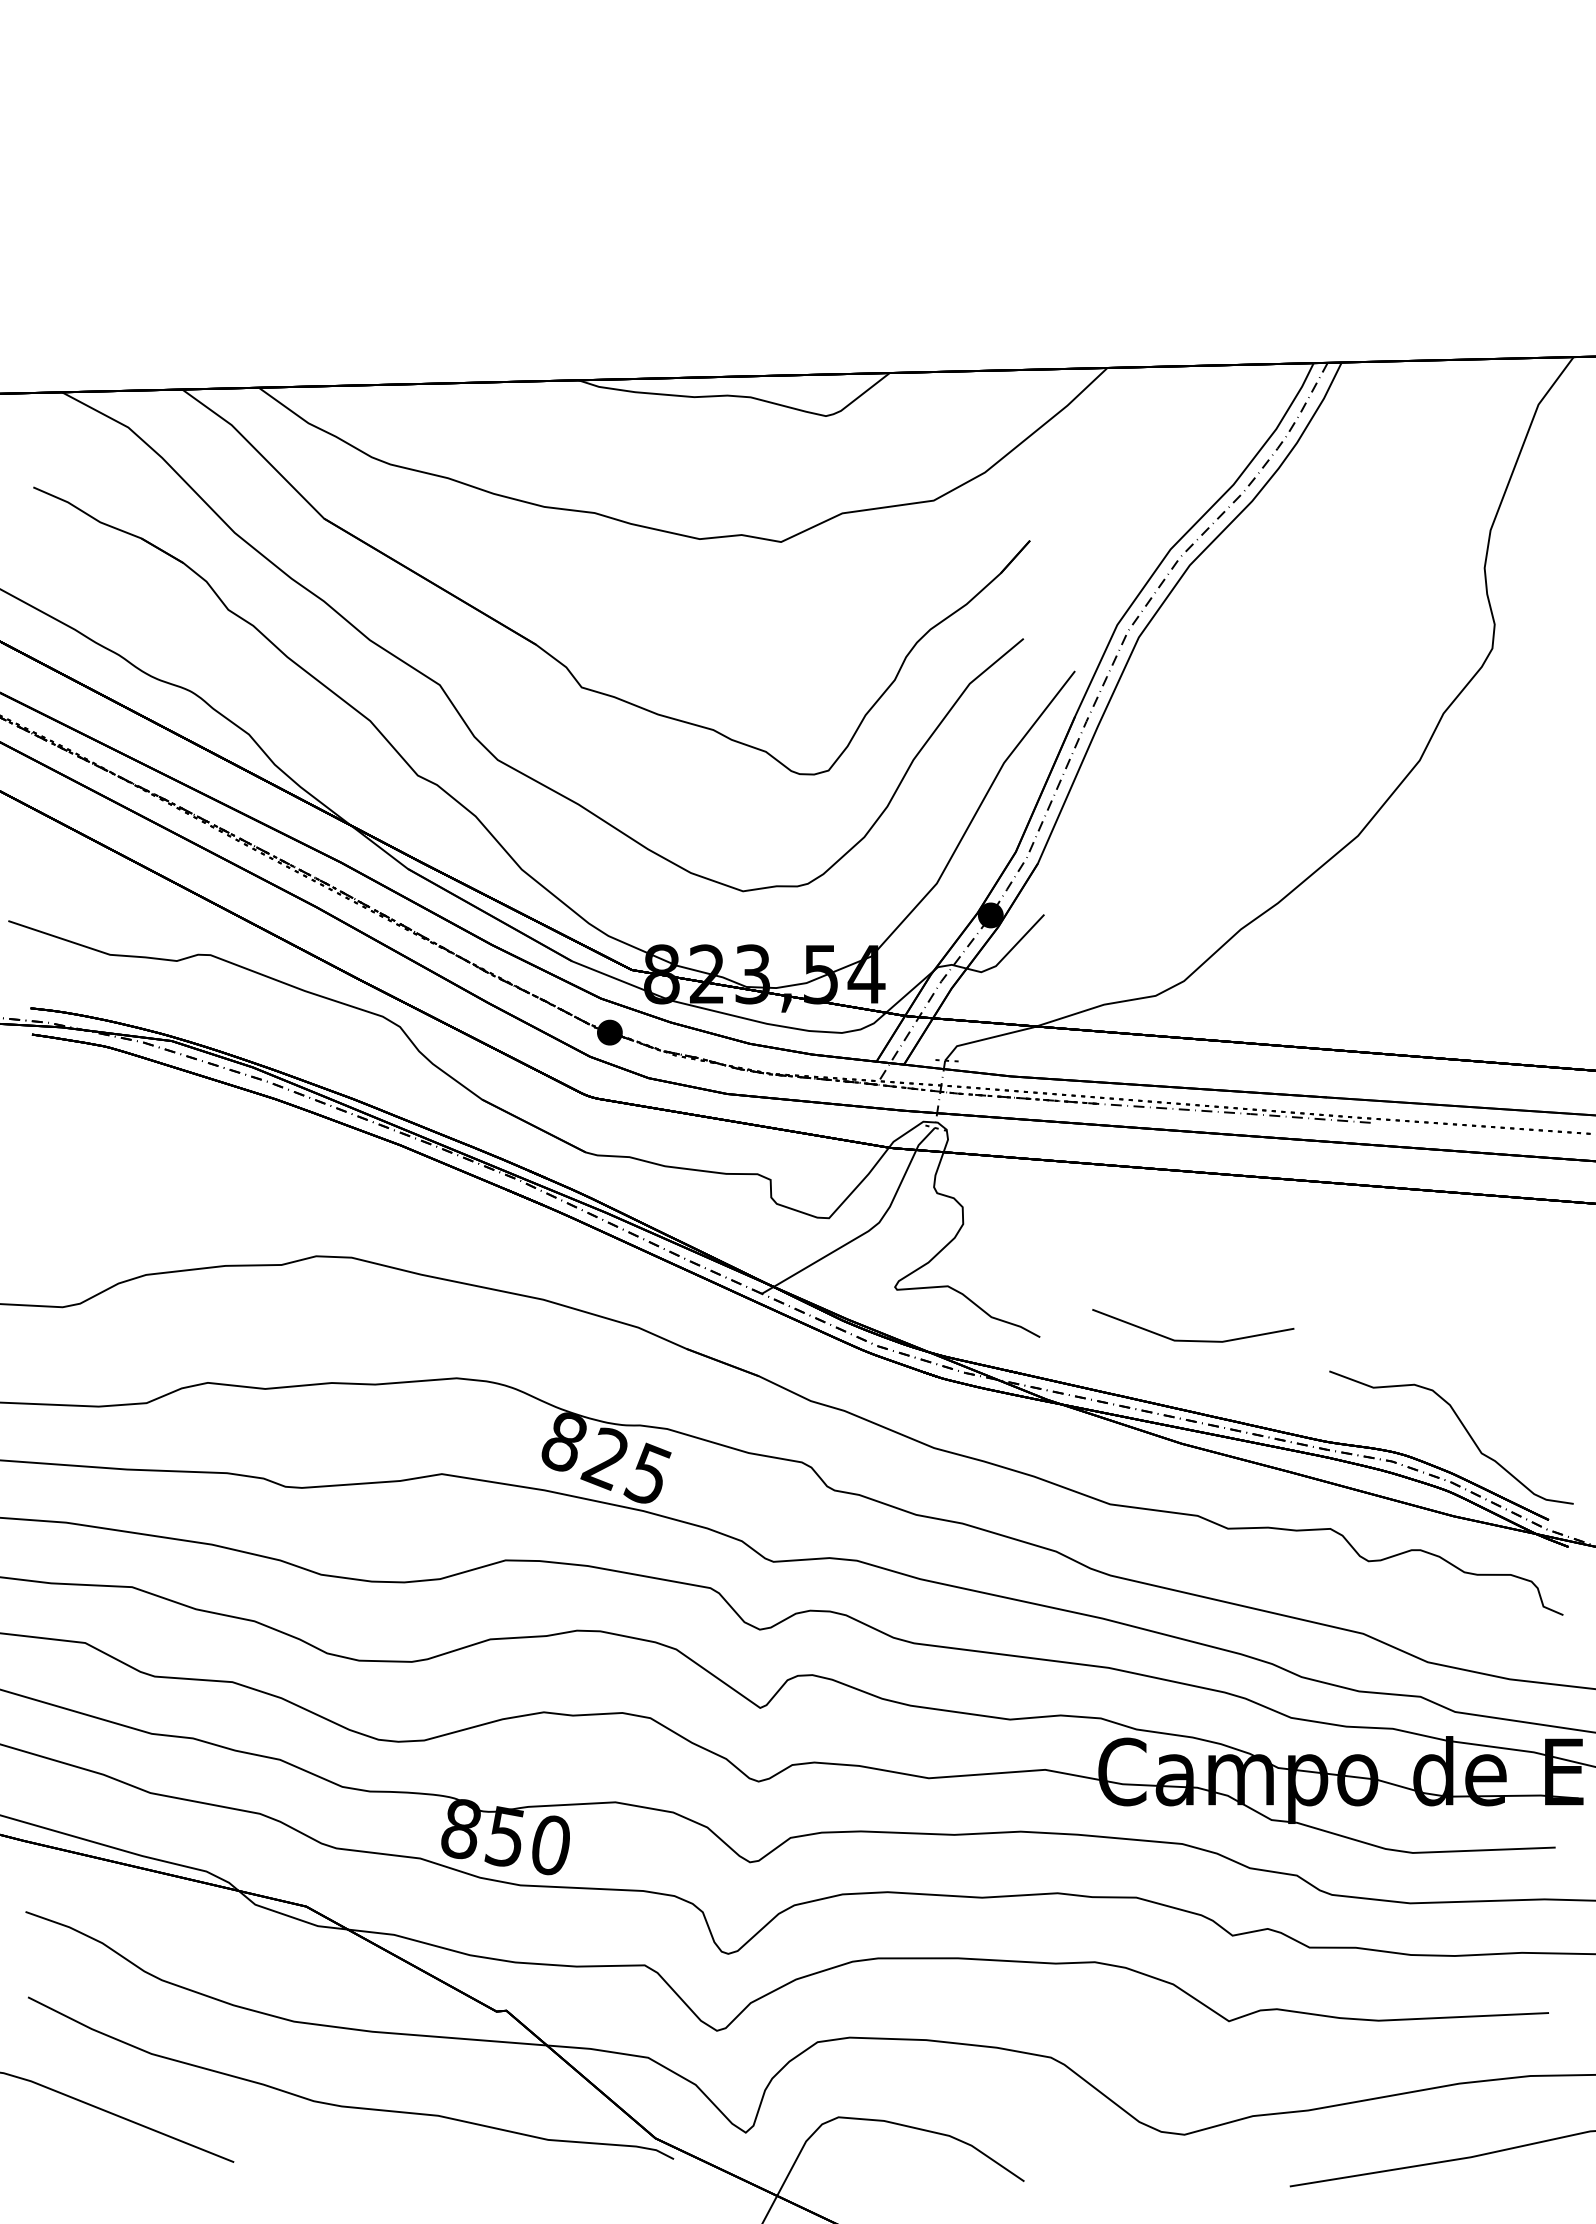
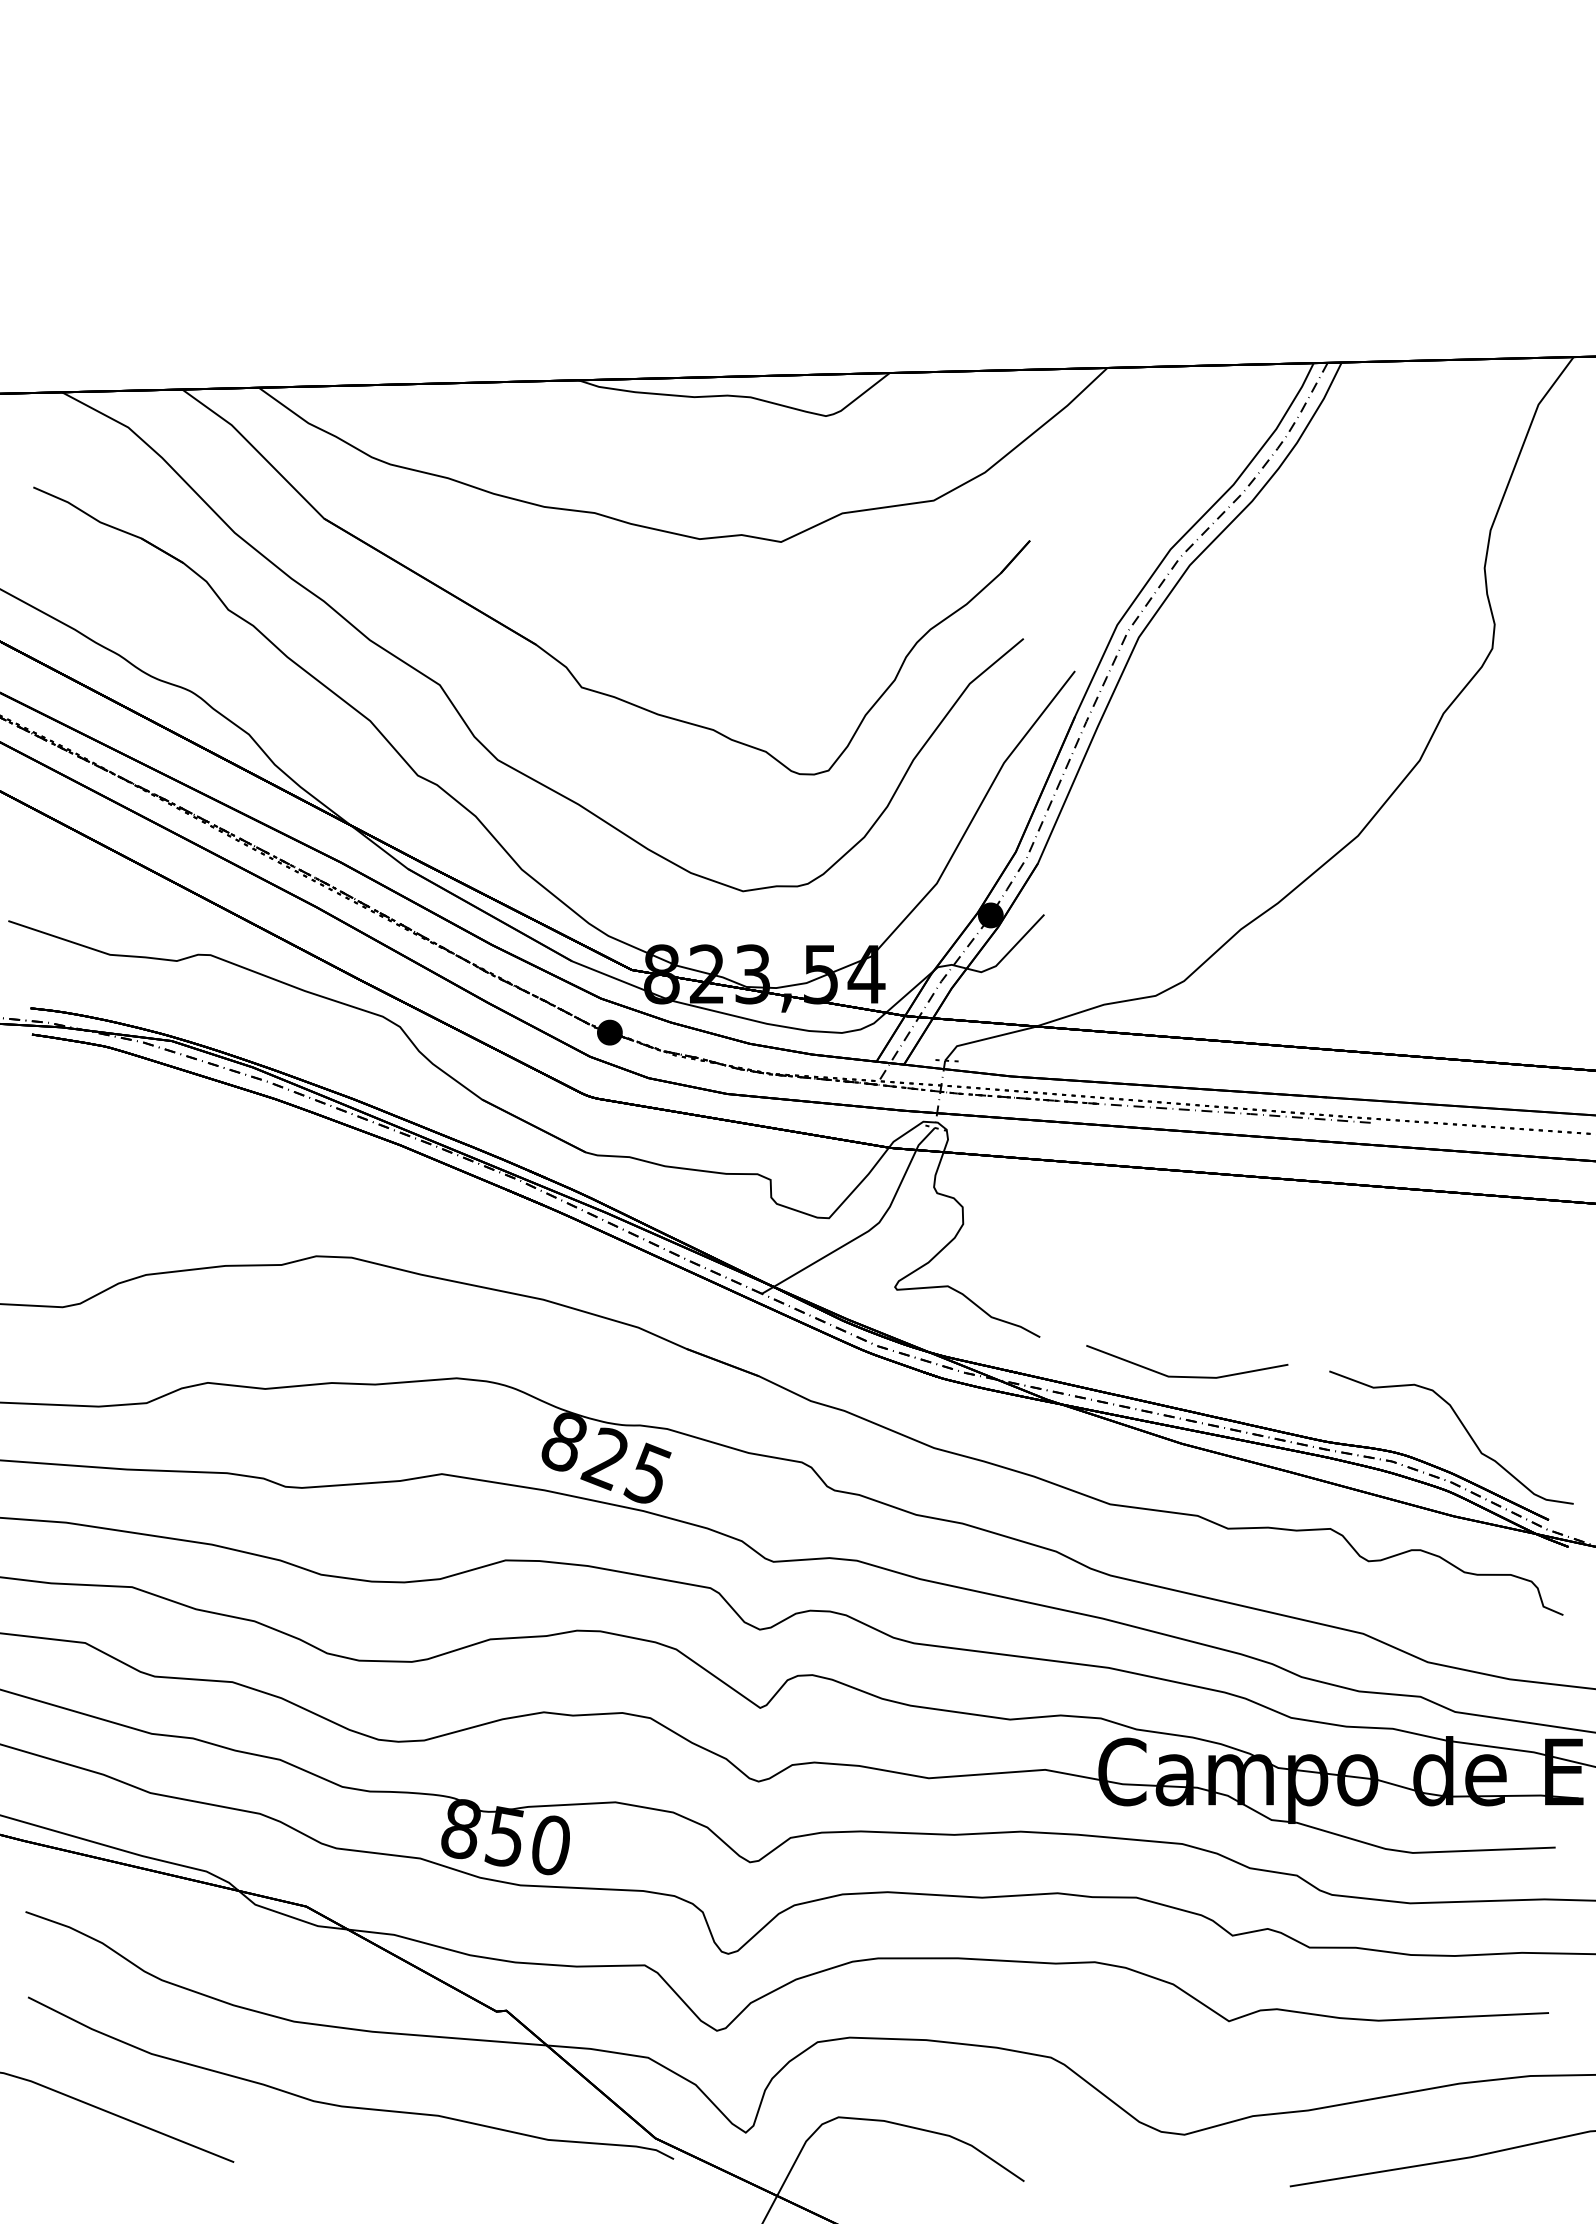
line at (1193, 1340) position: (1193, 1340) -> (1187, 1376)
